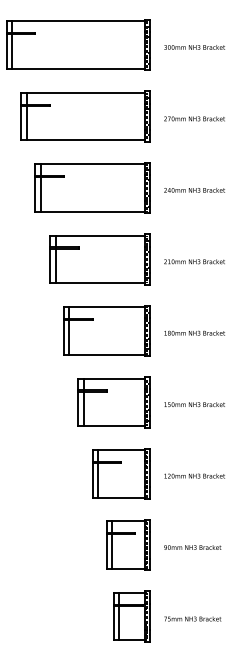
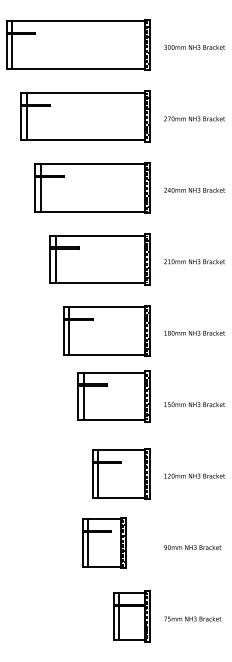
part at (113, 402) position: (113, 402) -> (113, 396)
part at (128, 544) position: (128, 544) -> (104, 542)
